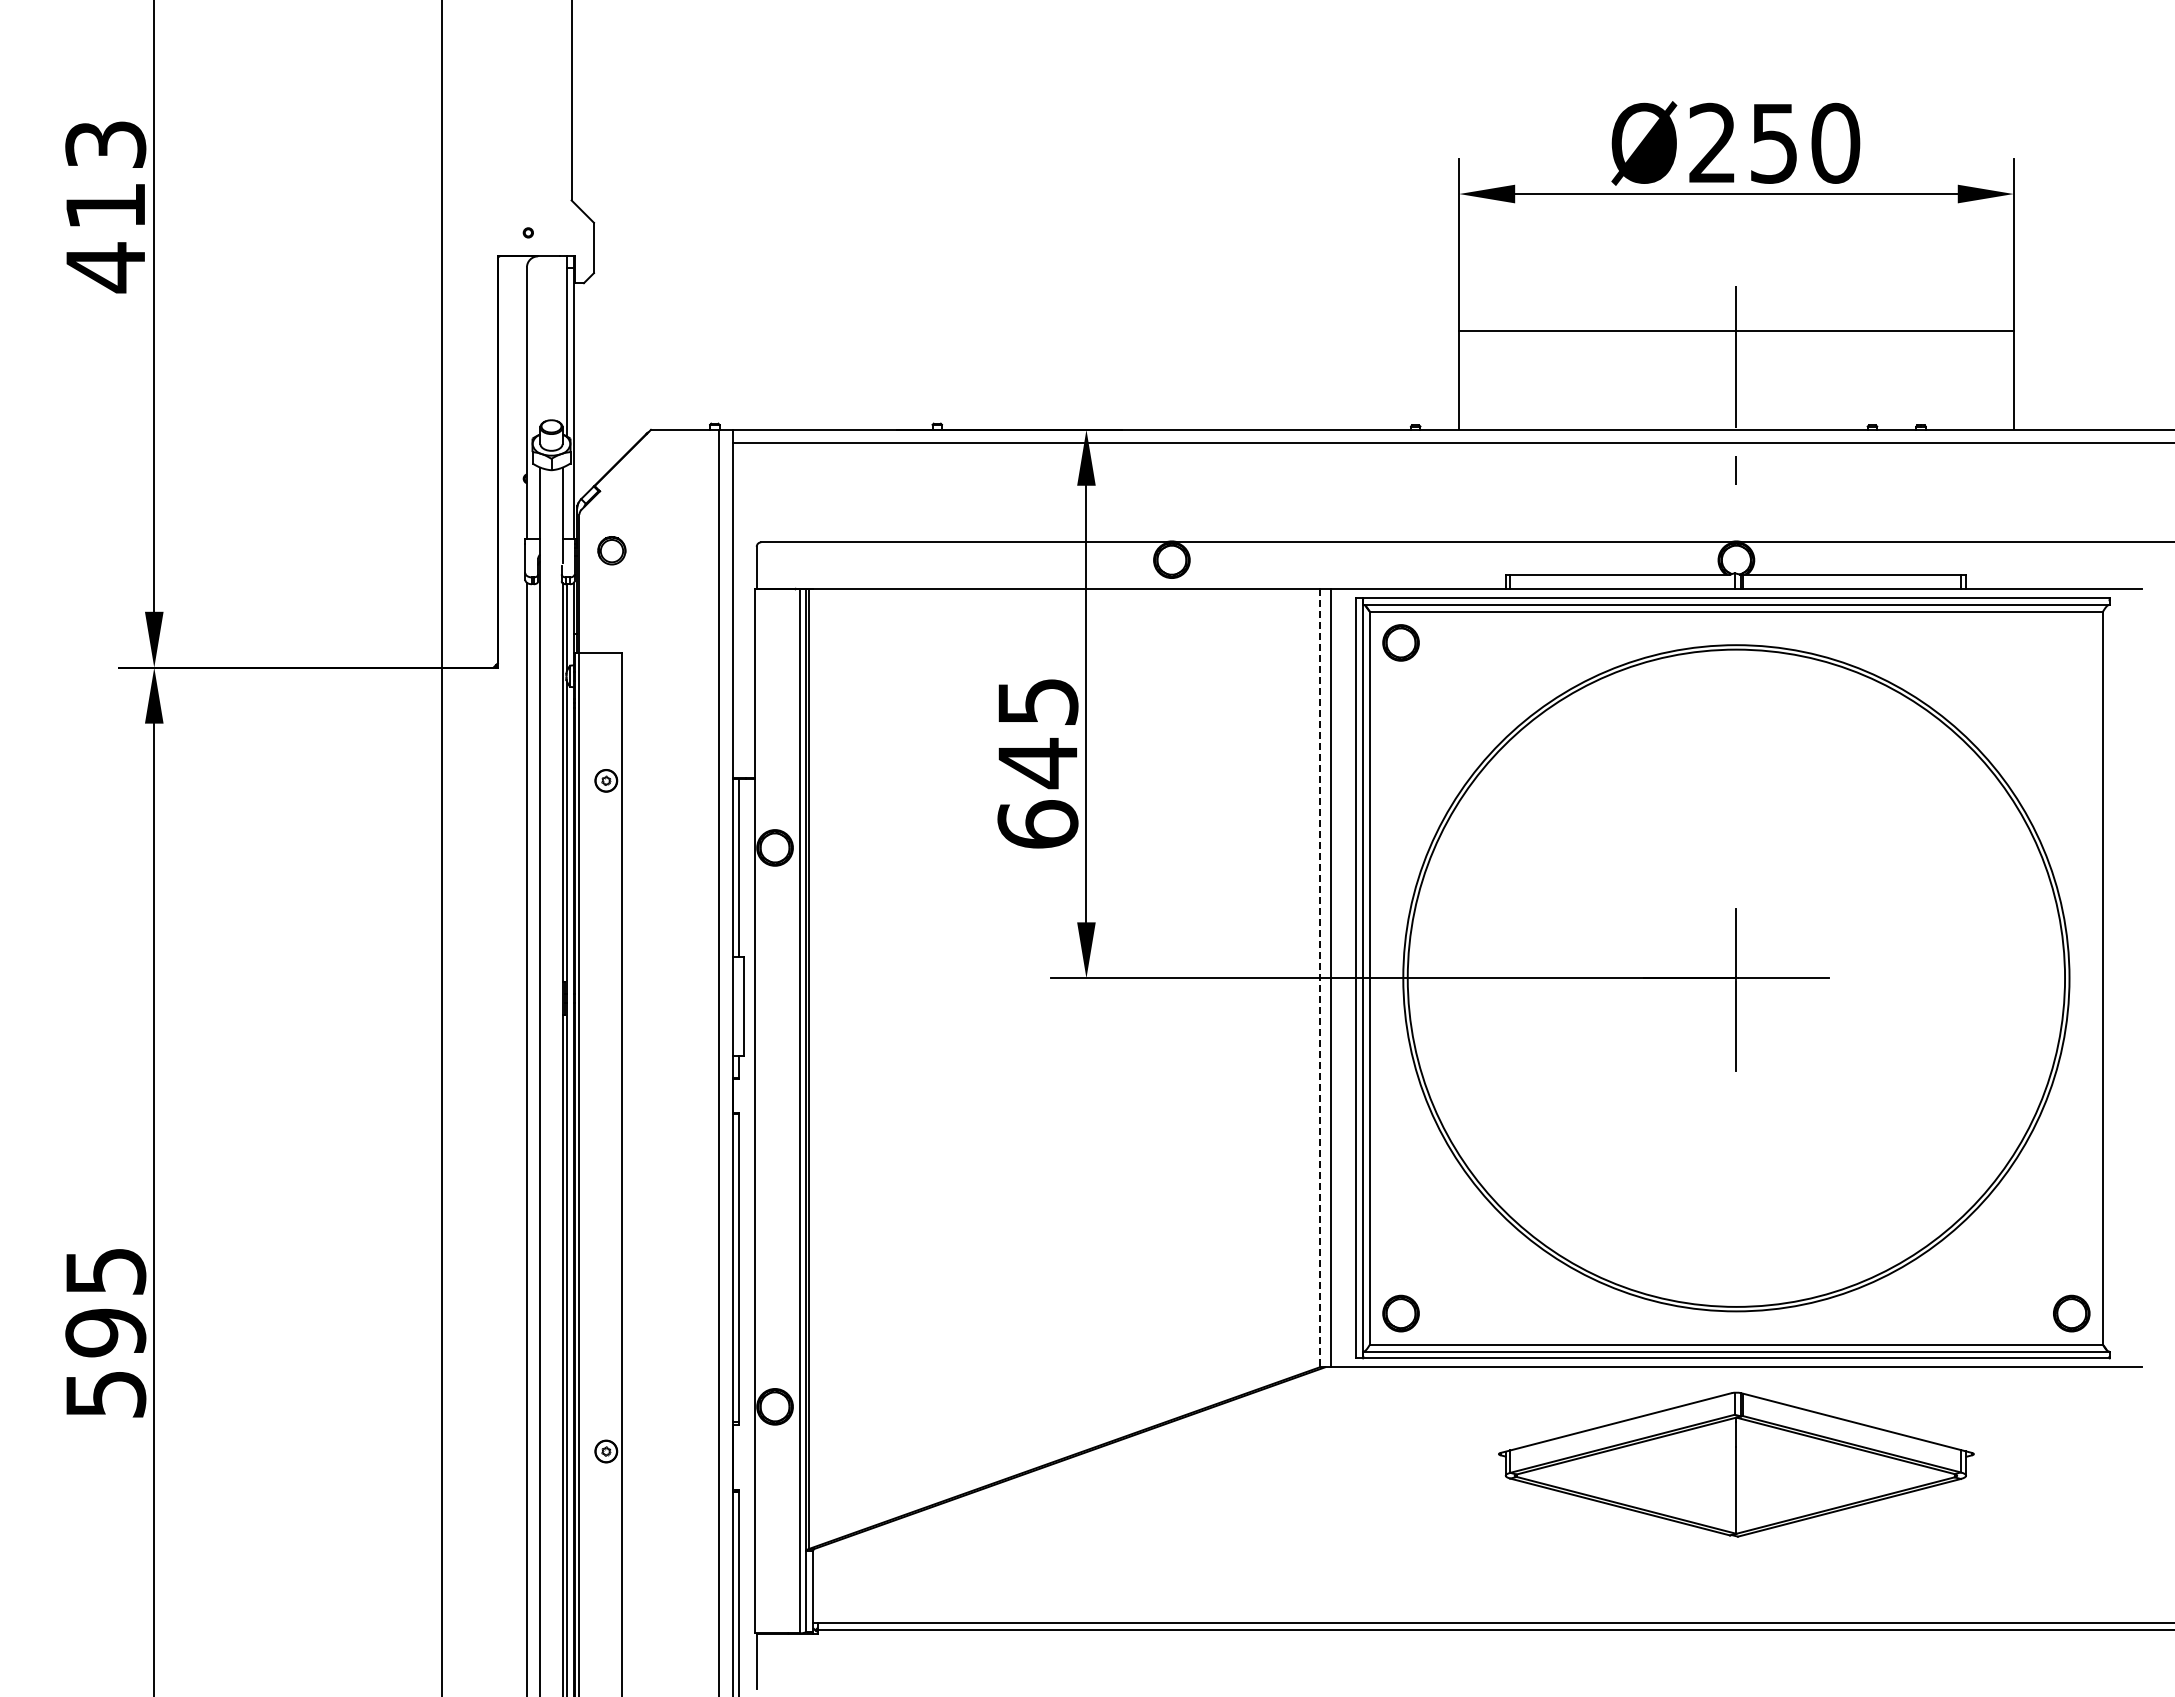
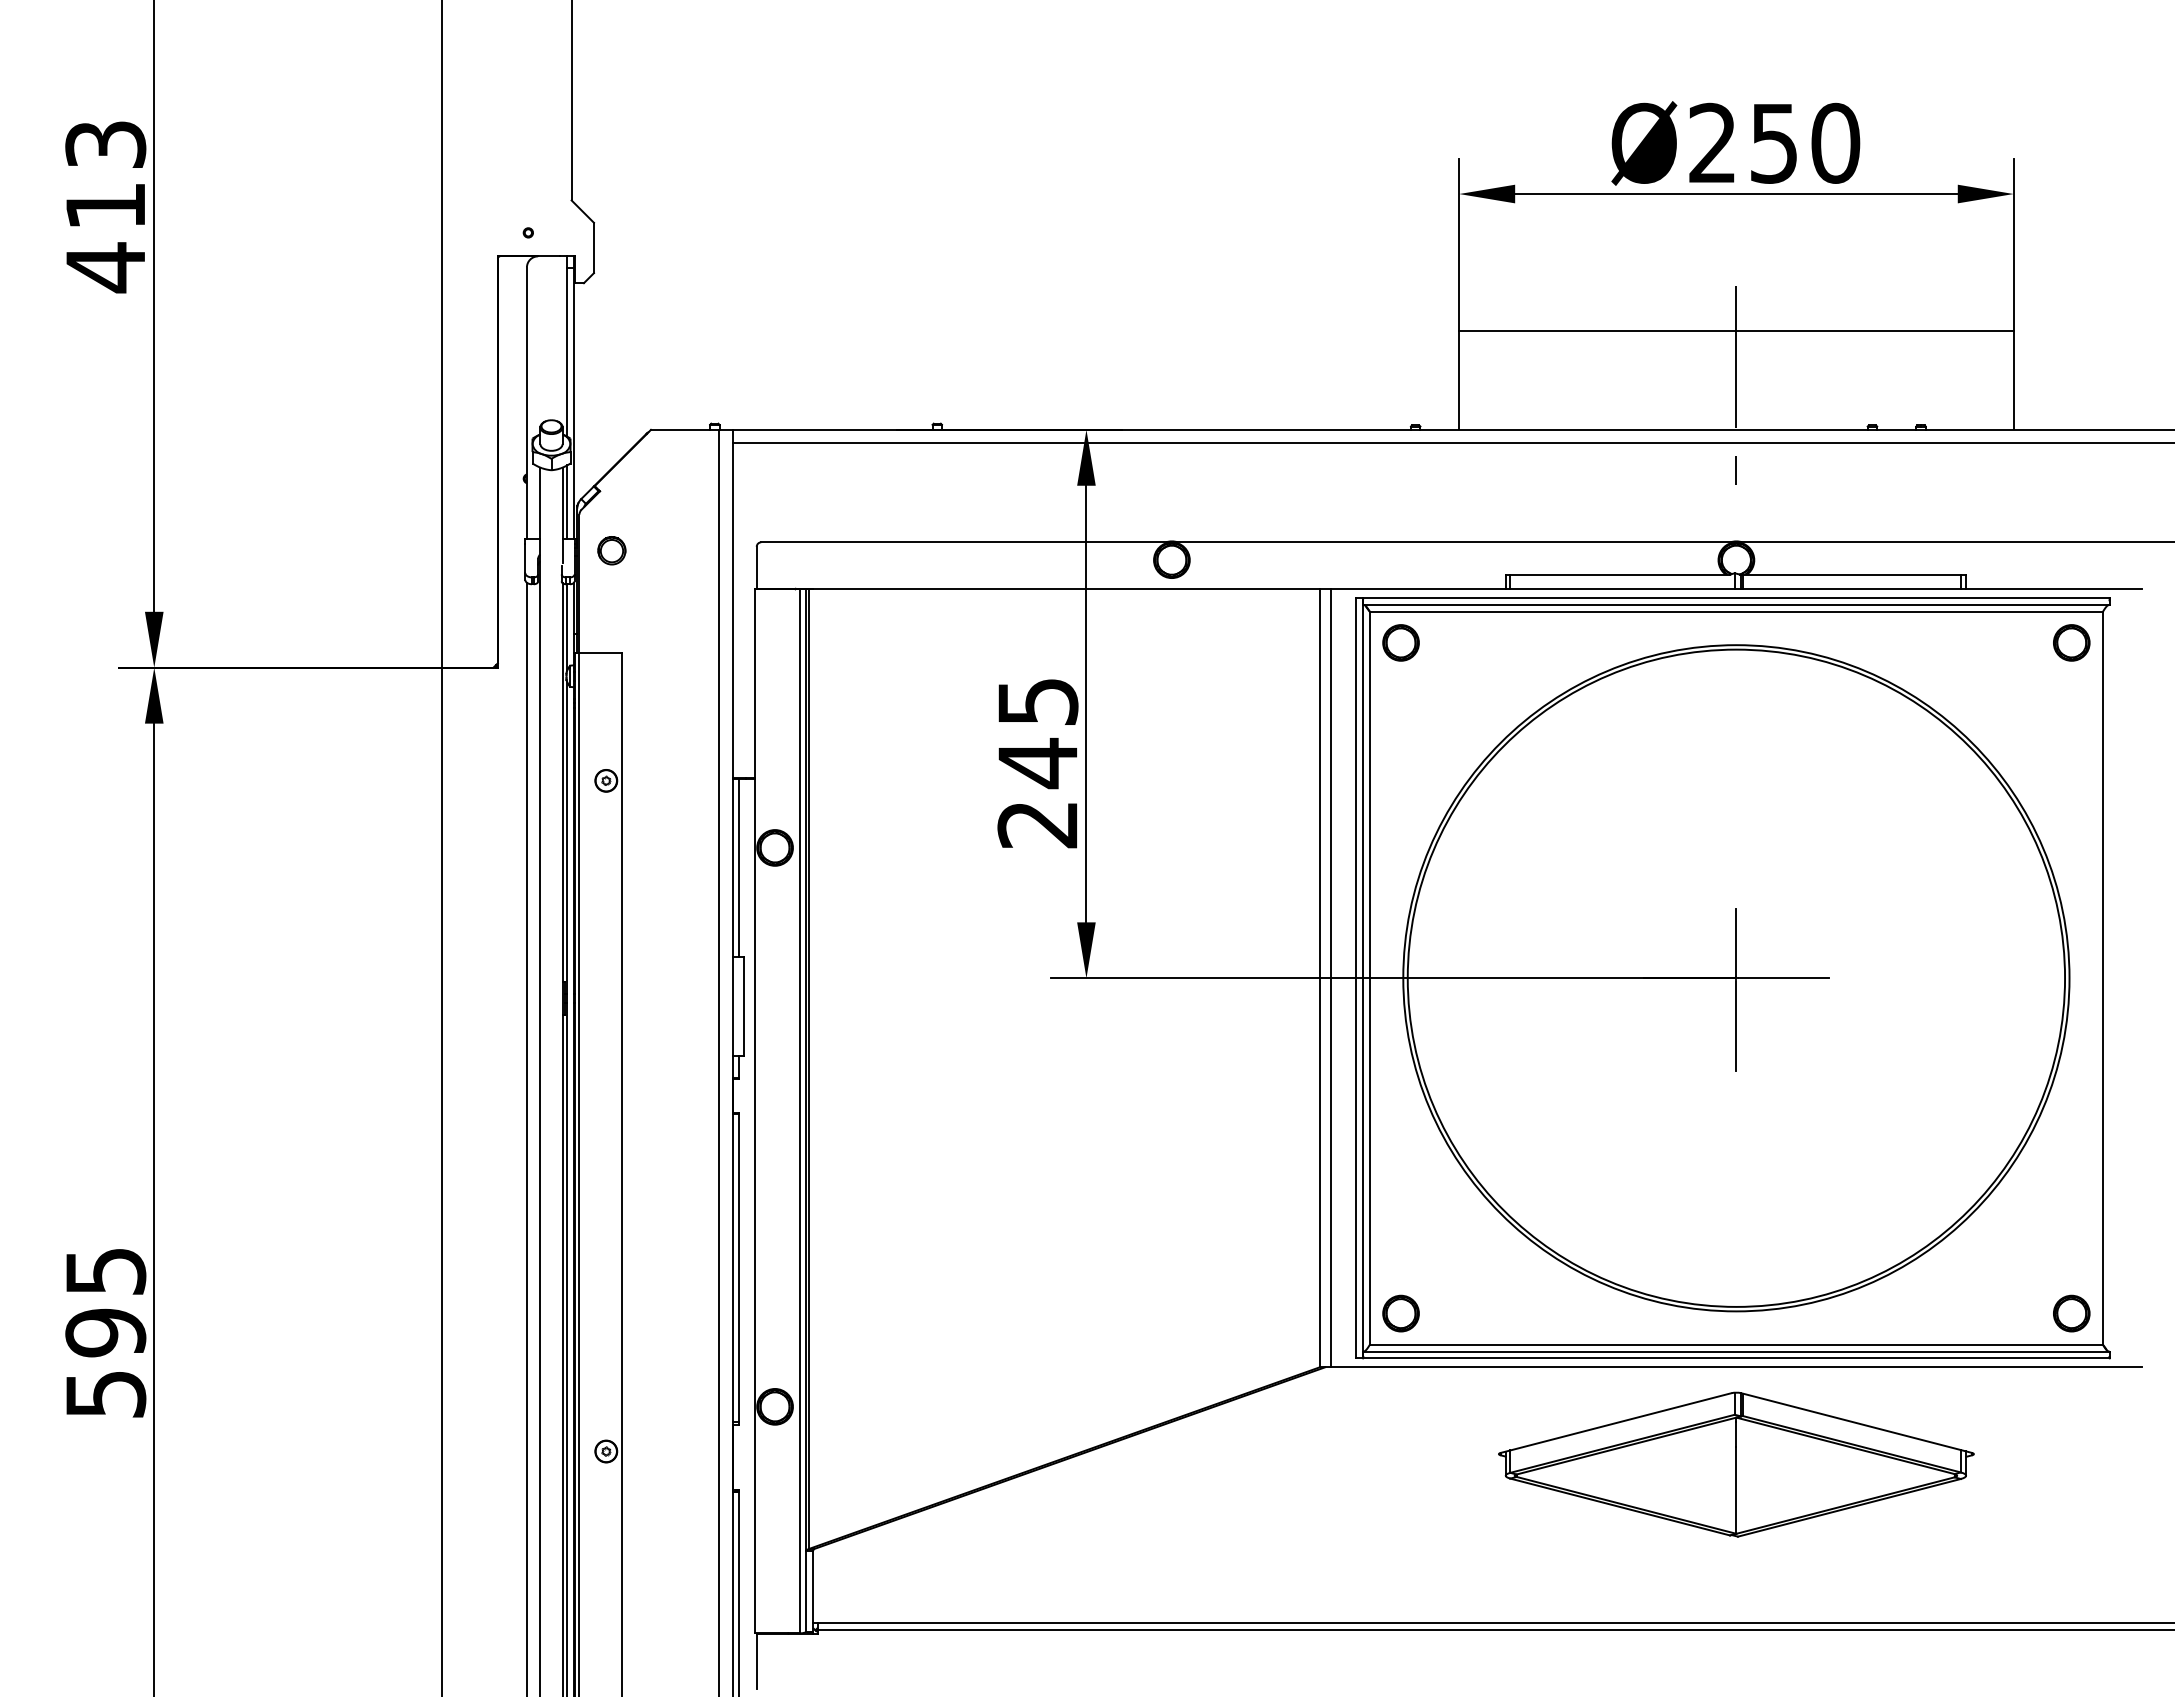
line at (567, 502): none -> present
part at (2071, 642): none -> present
text at (1037, 824): 645 -> 245
line at (1319, 978): dashed -> solid
